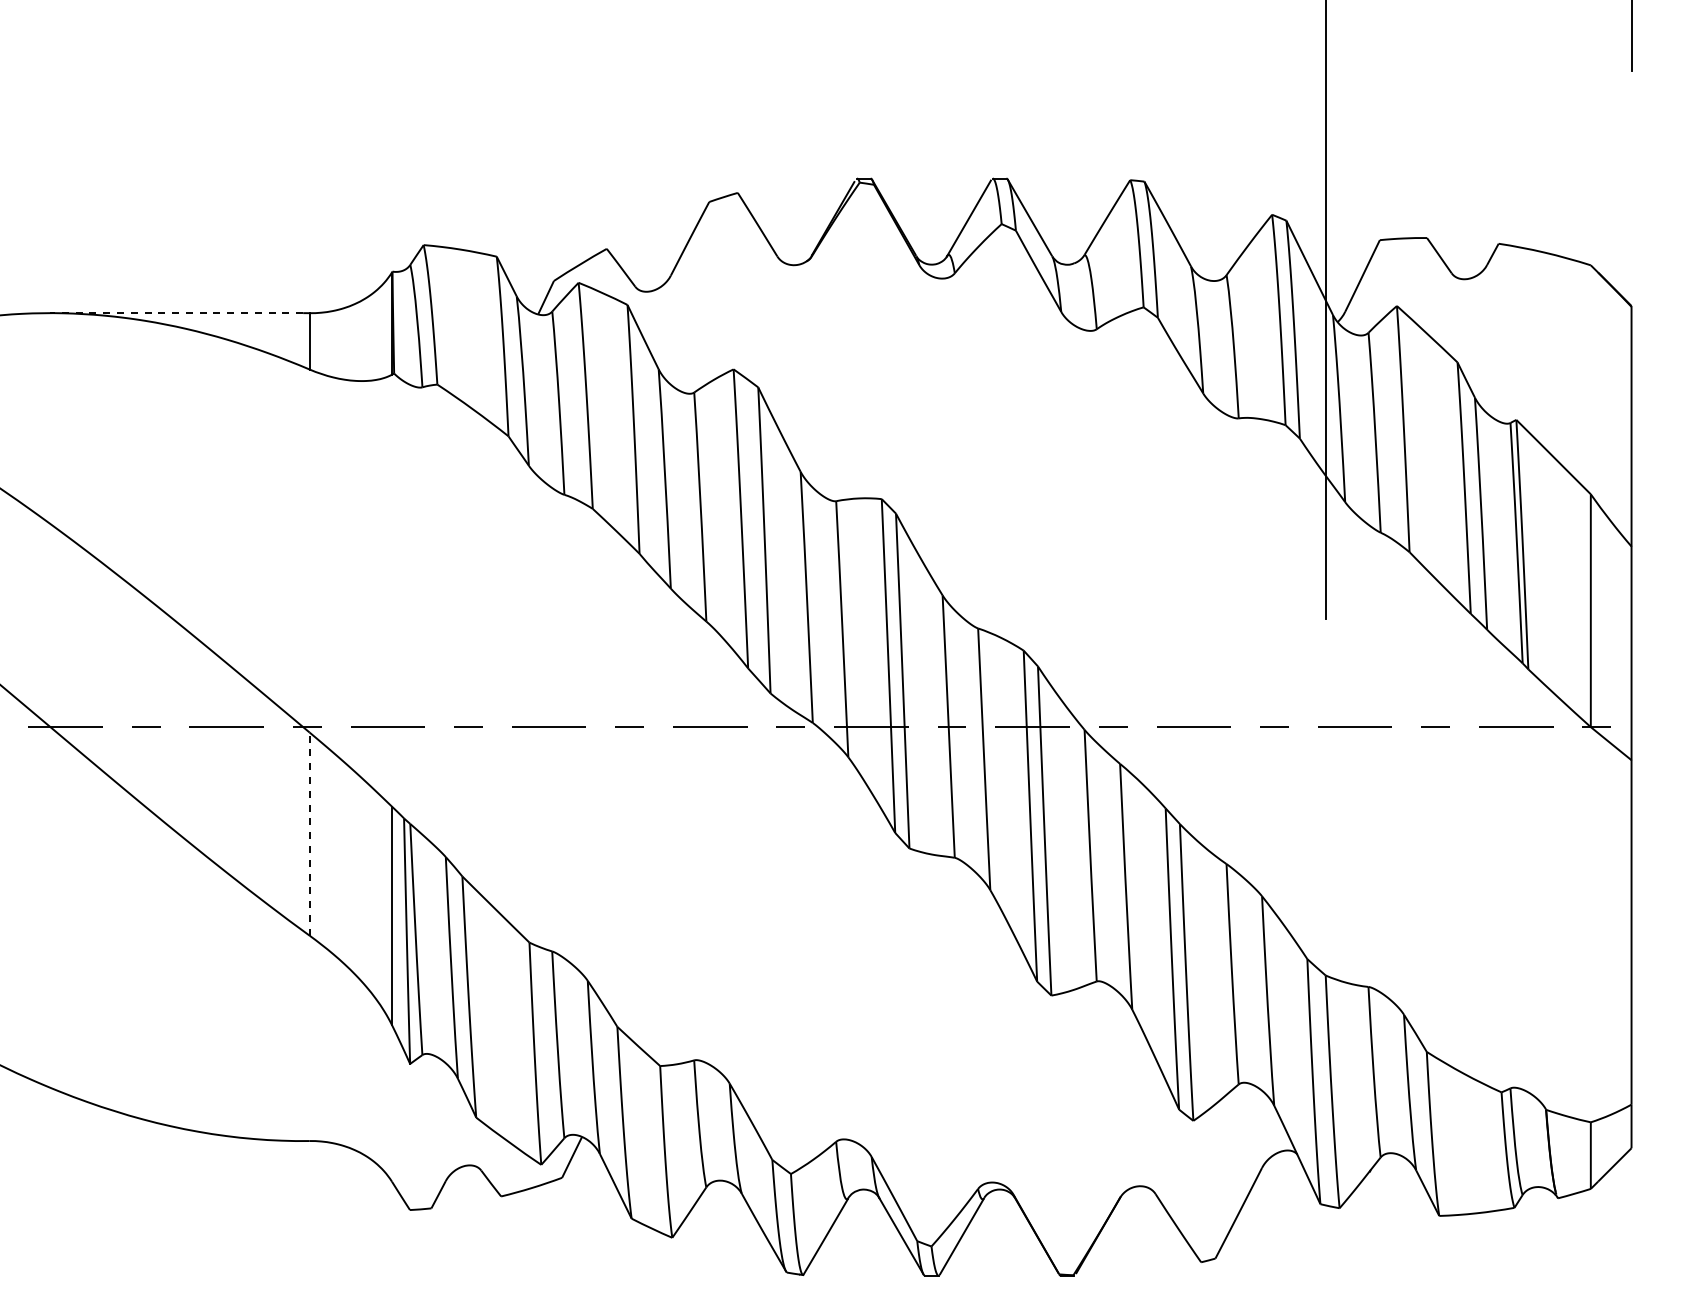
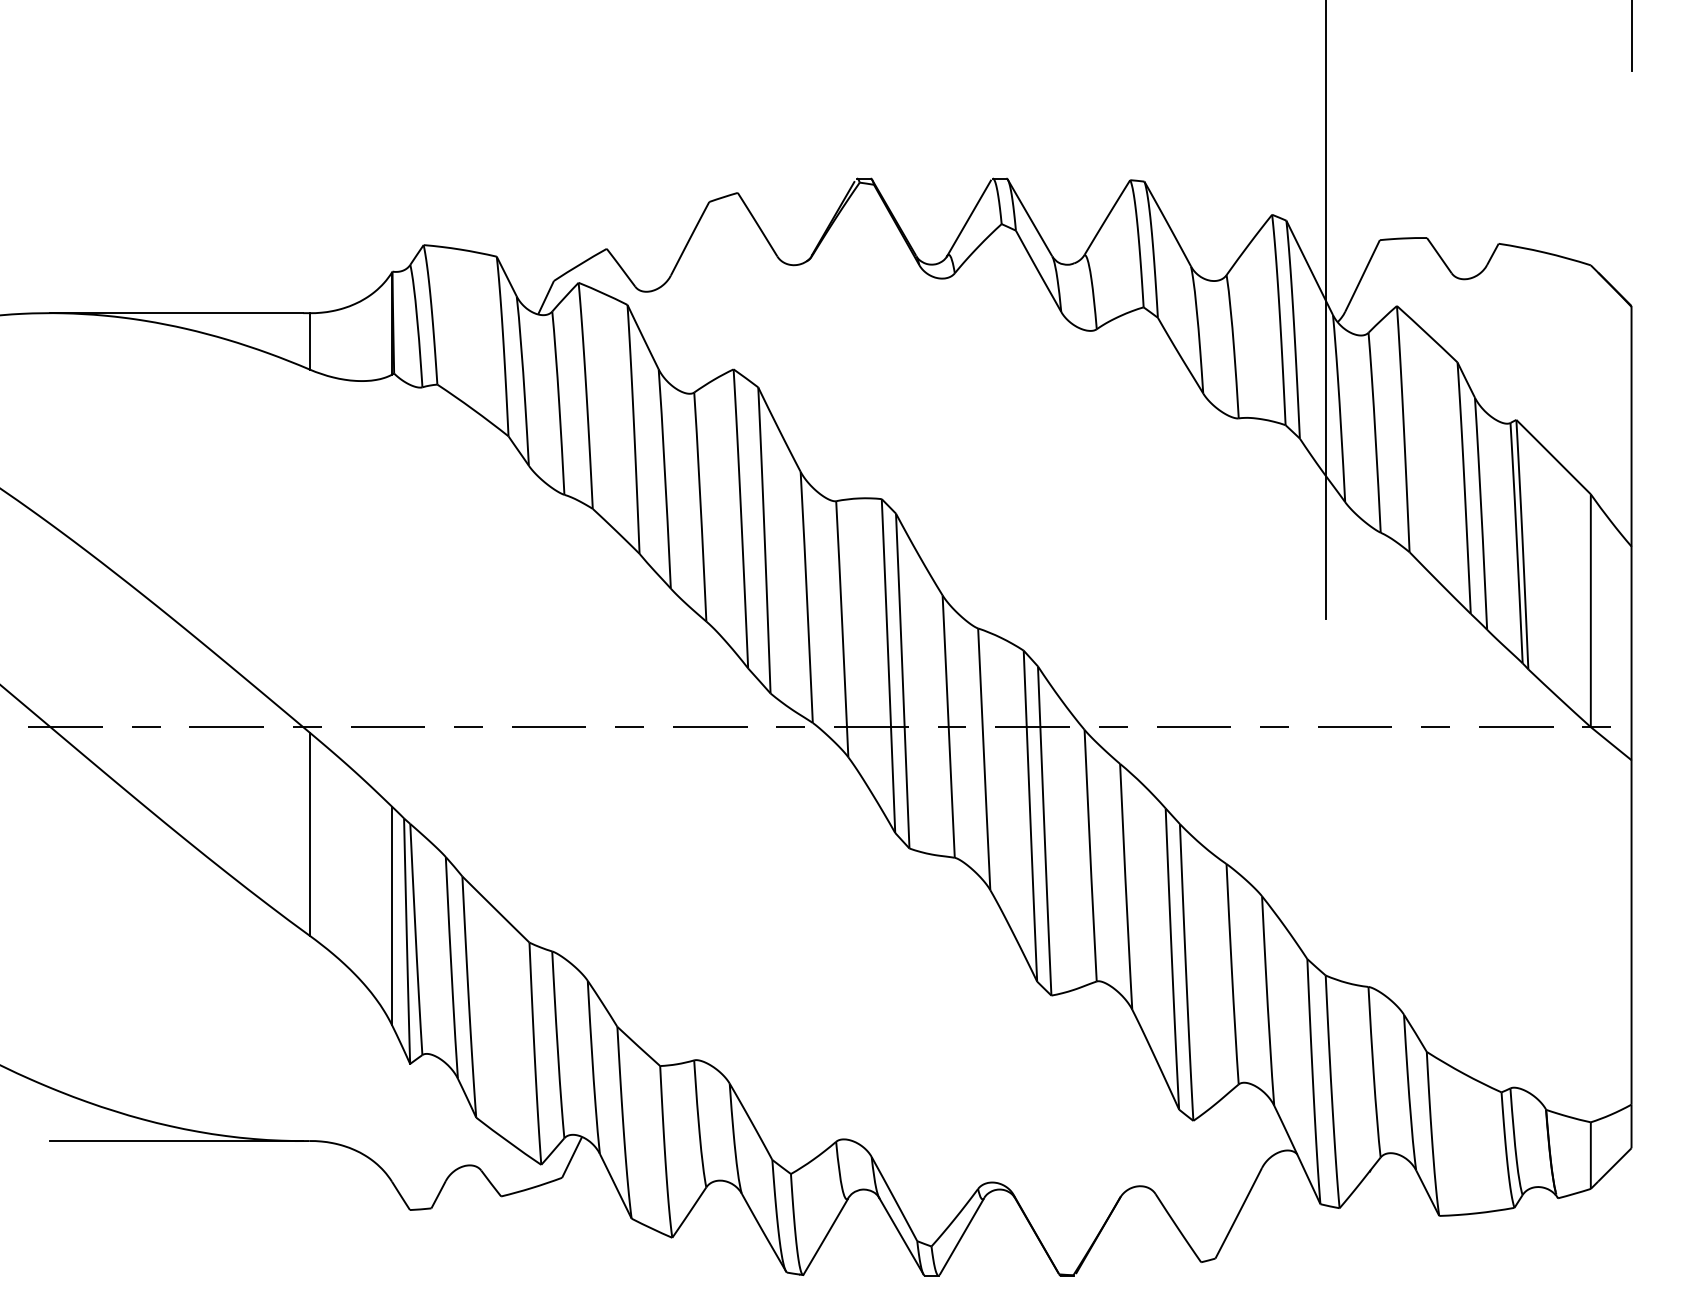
line at (176, 313): dashed -> solid
line at (309, 834): dashed -> solid
line at (176, 1141): none -> present
